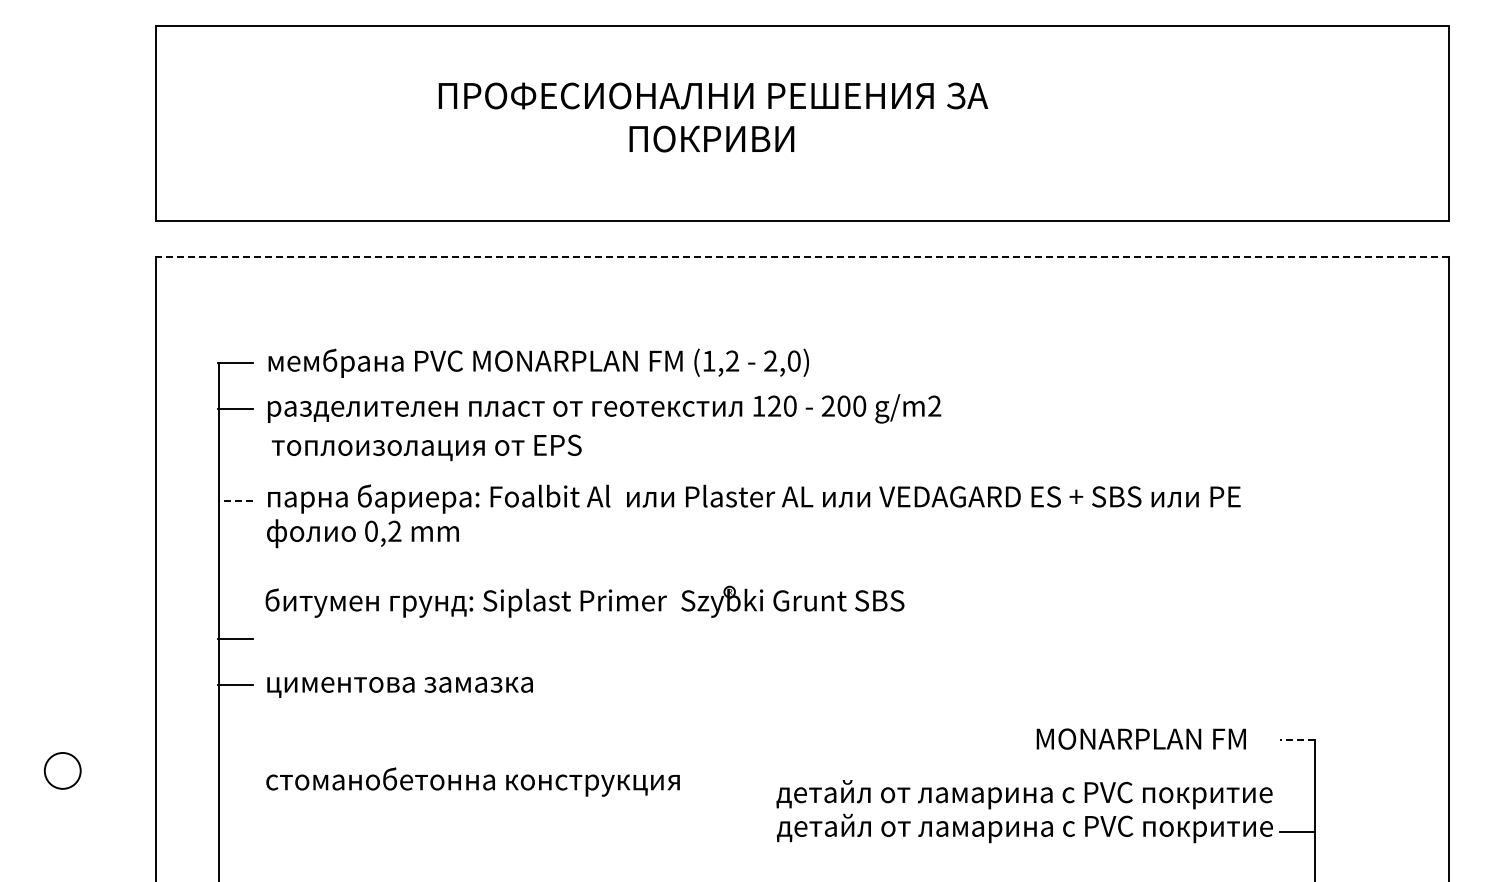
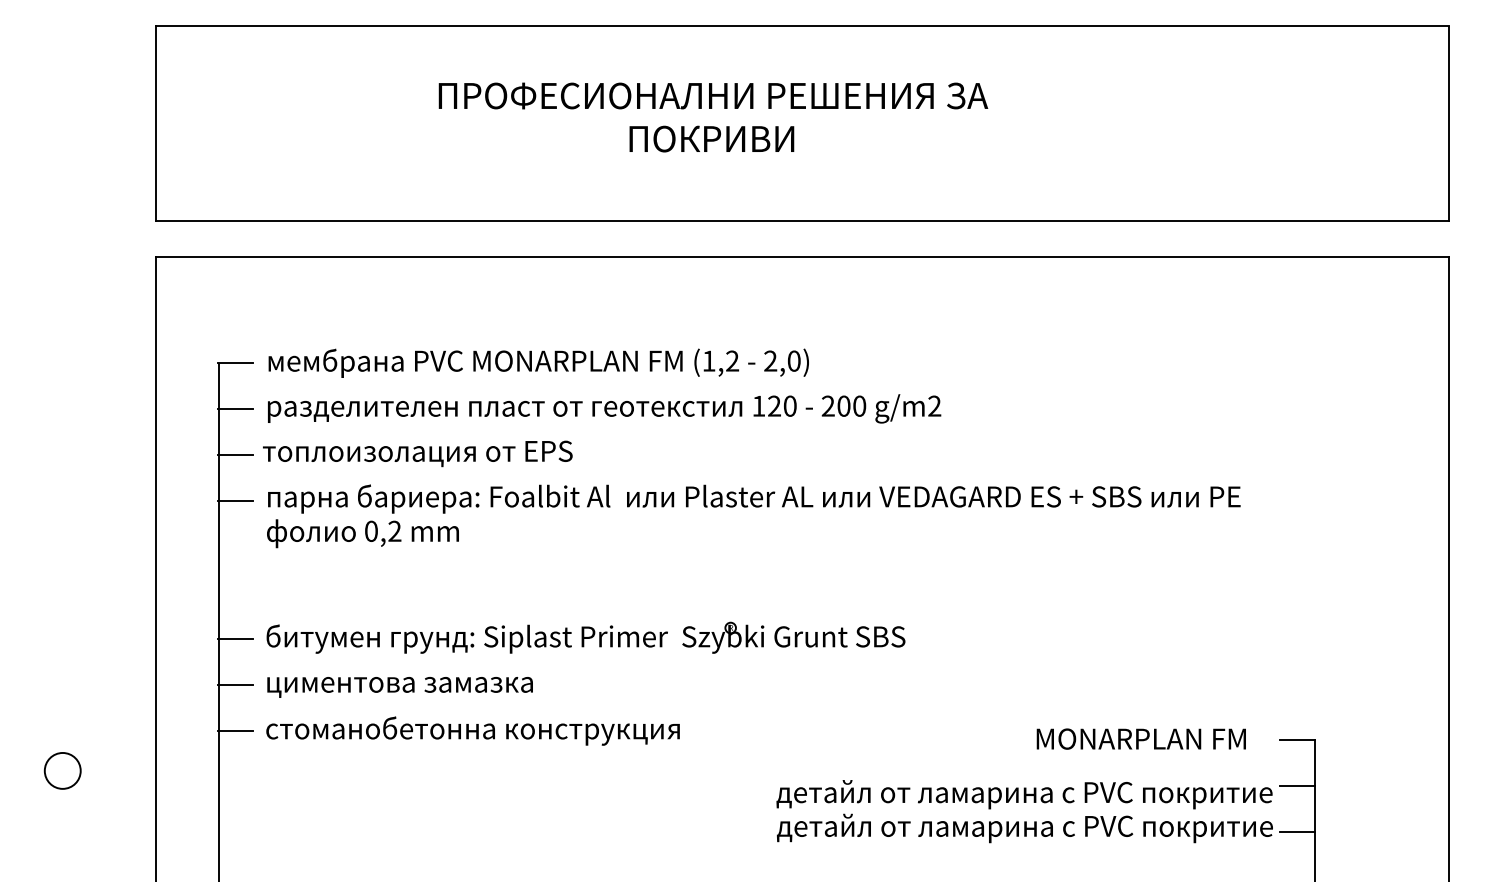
line at (802, 257): dashed -> solid
text at (426, 447) position: (426, 447) -> (417, 453)
line at (235, 454): none -> present
line at (234, 500): dashed -> solid
part at (584, 601) position: (584, 601) -> (585, 637)
line at (235, 730): none -> present
line at (1297, 740): dashed -> solid
text at (472, 781) position: (472, 781) -> (472, 730)
line at (1297, 786): none -> present
